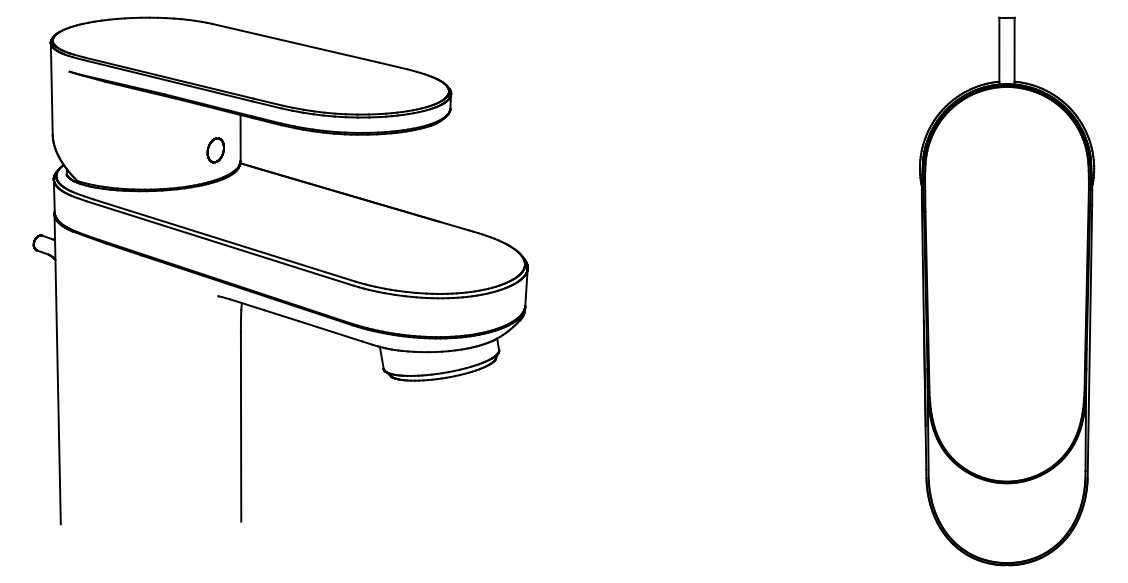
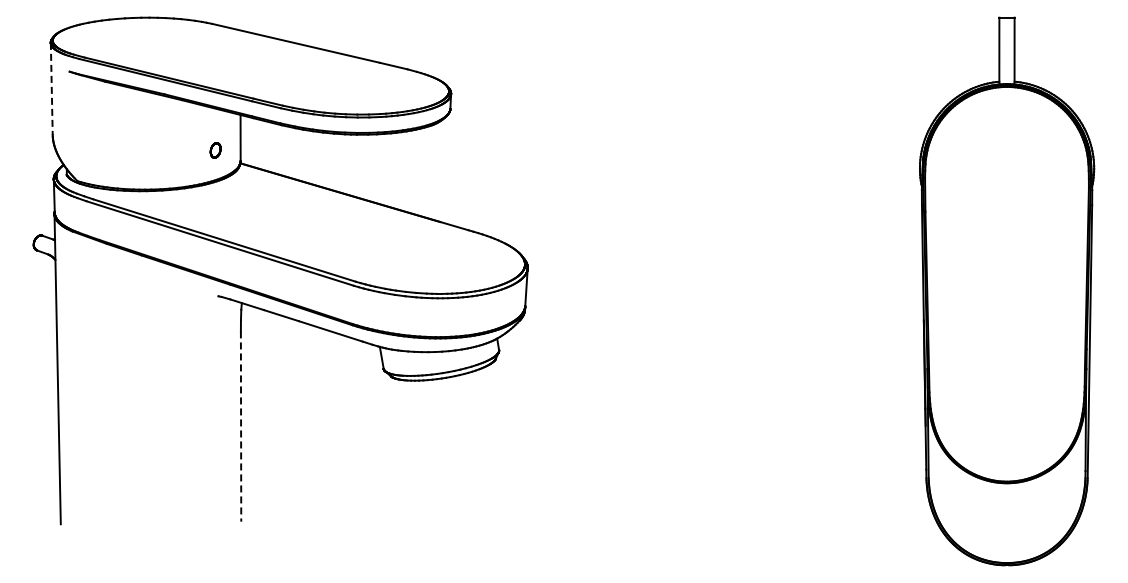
line at (51, 89): solid -> dashed
part at (215, 150) size: 19x27 px -> 13x17 px
line at (241, 427): solid -> dashed
